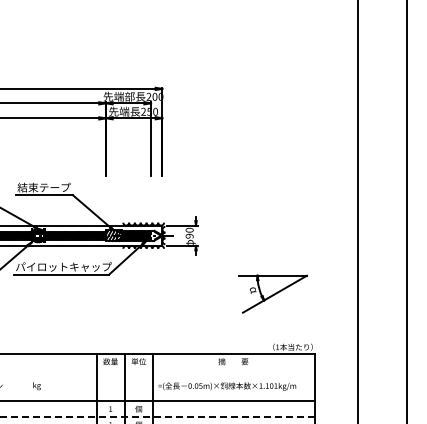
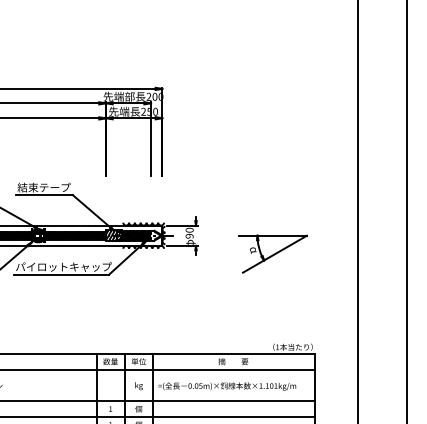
part at (272, 293) position: (272, 293) -> (272, 253)
line at (158, 369): none -> present
text at (36, 386) position: (36, 386) -> (138, 386)
line at (157, 417): dashed -> solid
